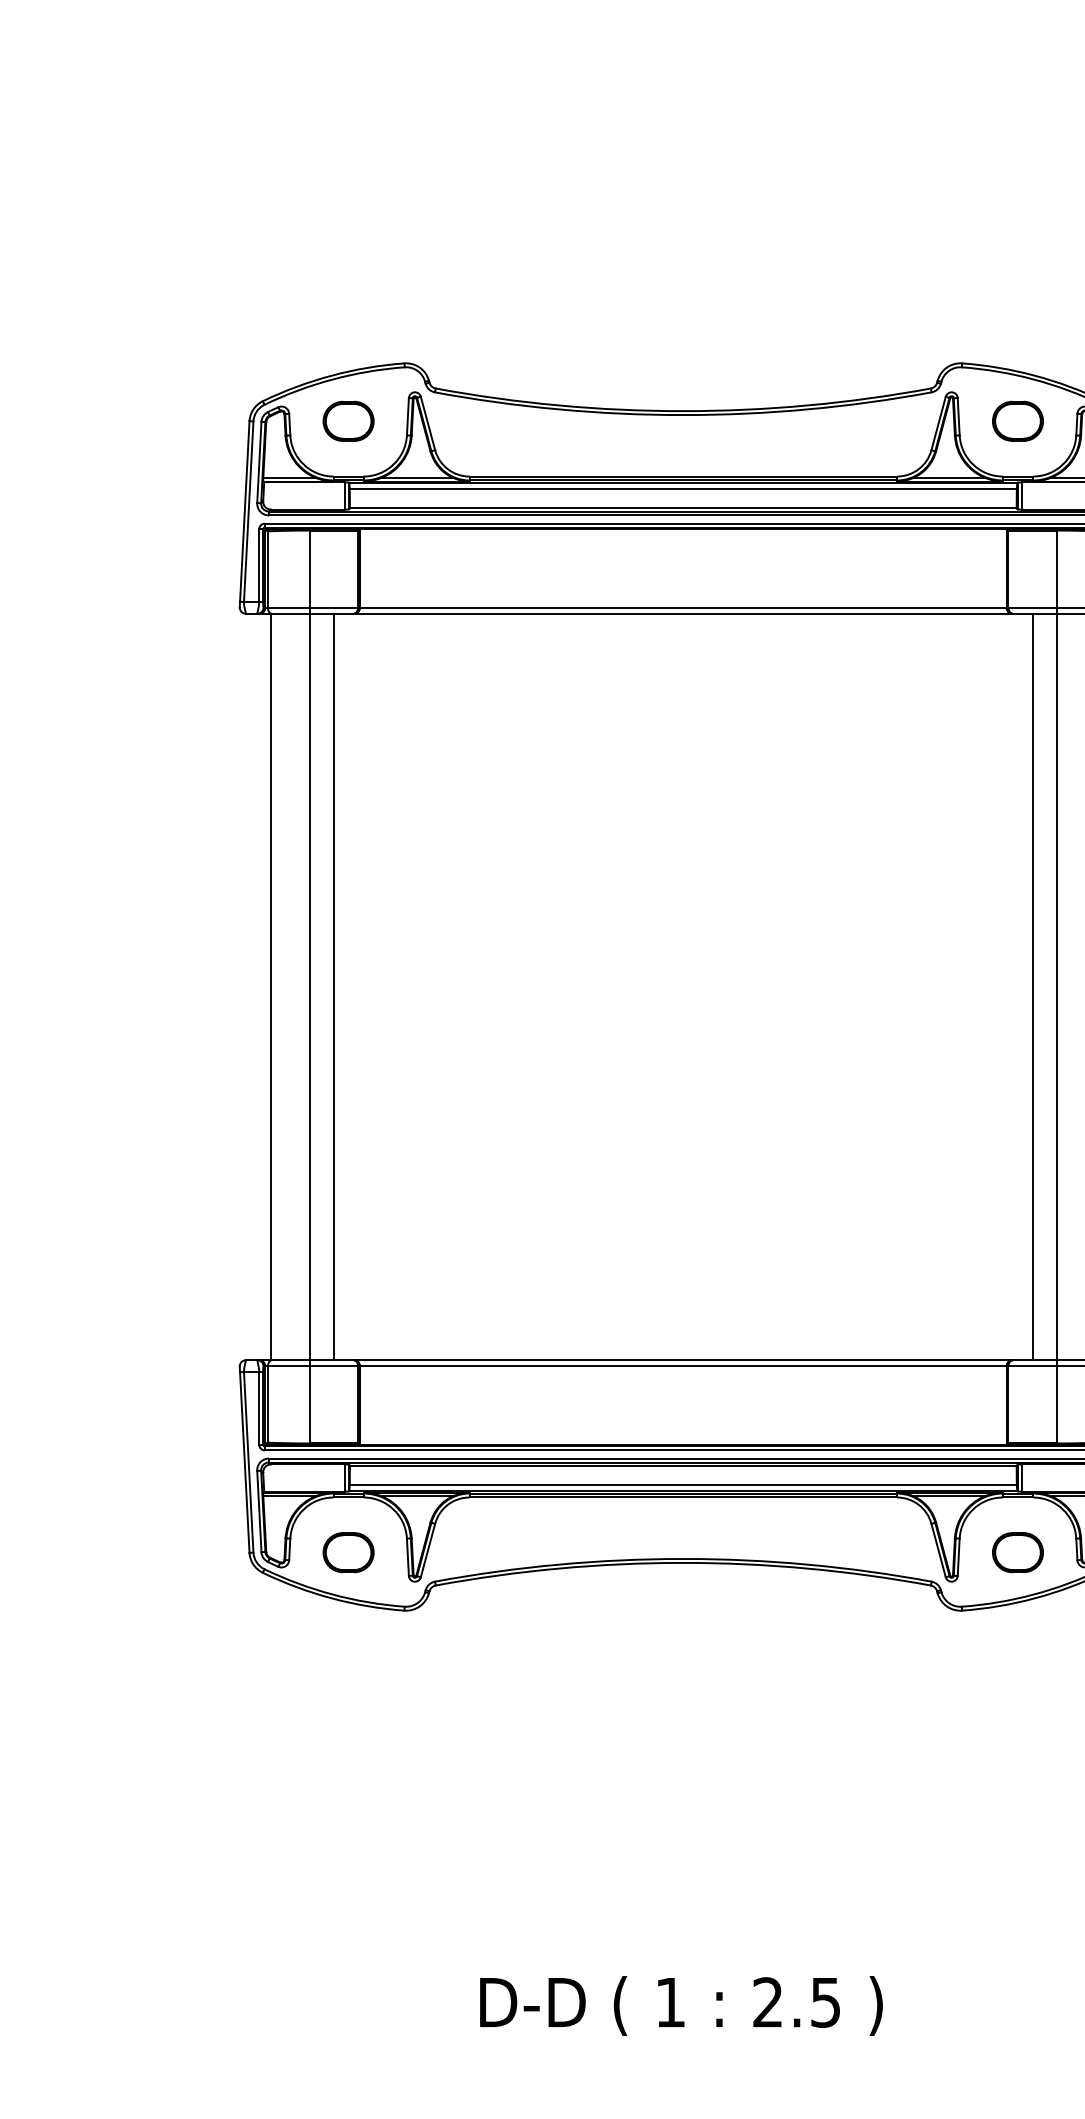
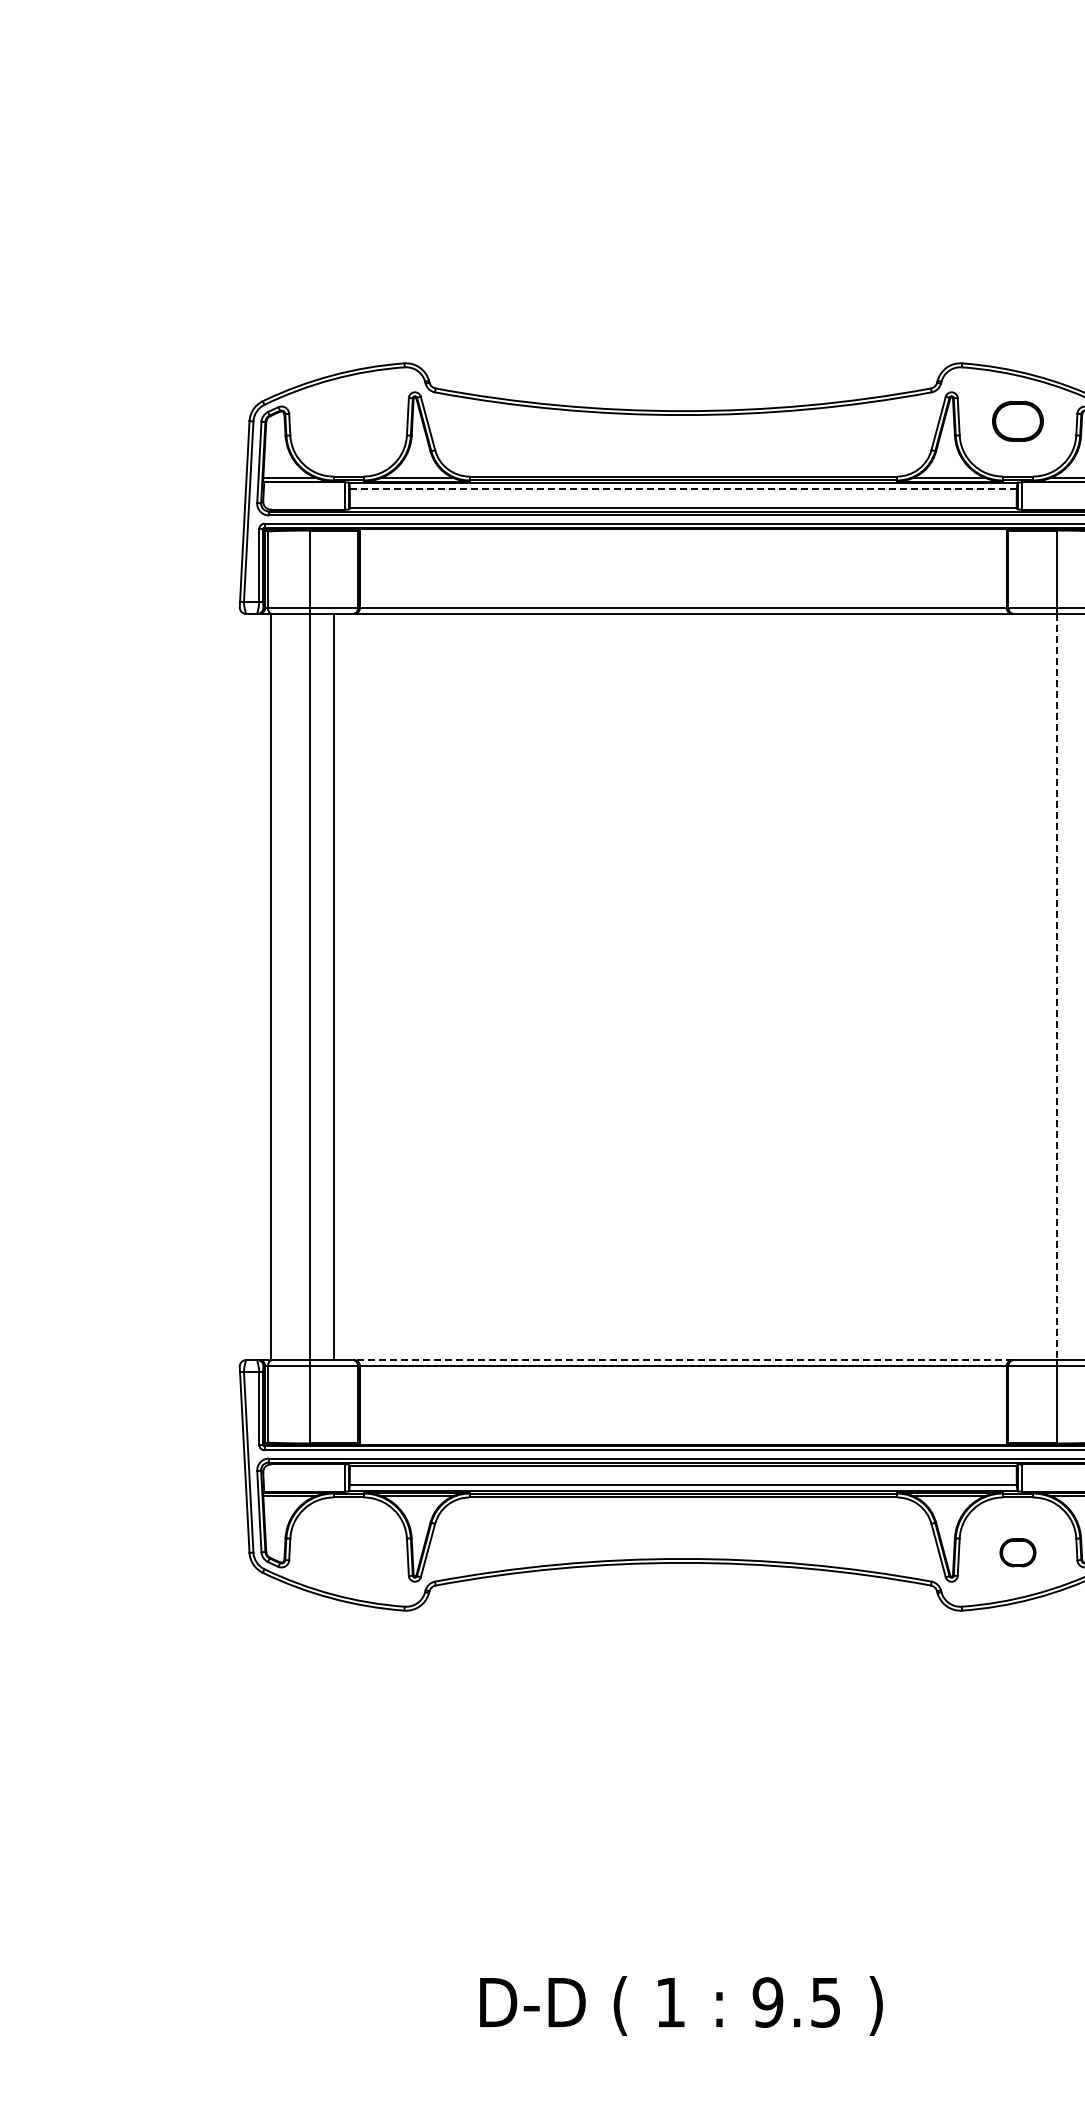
part at (348, 420): present -> none
line at (683, 488): solid -> dashed
line at (1032, 986): present -> none
line at (1056, 987): solid -> dashed
line at (682, 1360): solid -> dashed
part at (348, 1552): present -> none
part at (1017, 1552) size: 52x42 px -> 38x30 px
text at (767, 2002): 2.5 -> 9.5
